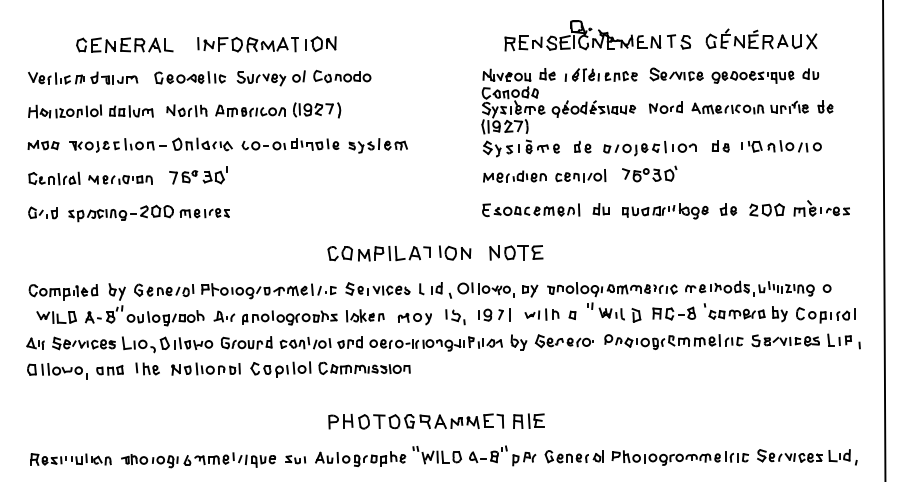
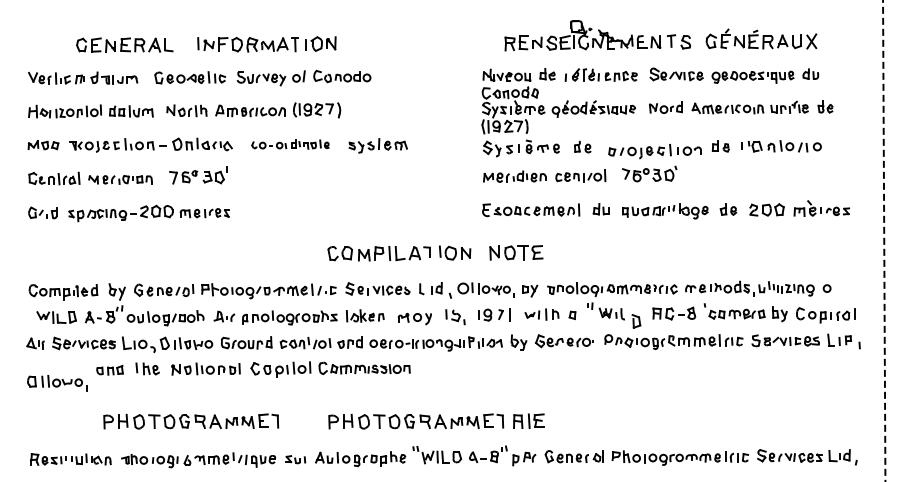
part at (290, 144) size: 99x13 px -> 79x11 px
part at (649, 148) position: (649, 148) -> (654, 151)
line at (884, 241): solid -> dashed
part at (636, 315) position: (636, 315) -> (636, 321)
part at (57, 371) position: (57, 371) -> (57, 383)
part at (191, 421): none -> present
